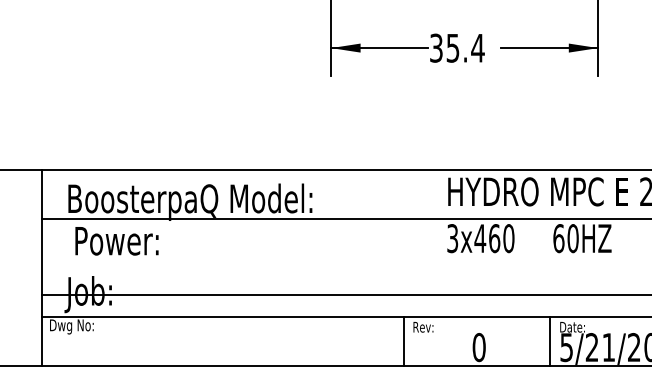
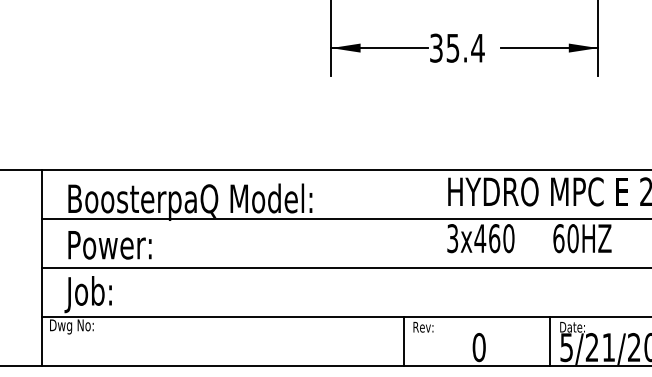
text at (116, 241) position: (116, 241) -> (109, 245)
line at (345, 294) position: (345, 294) -> (345, 267)
